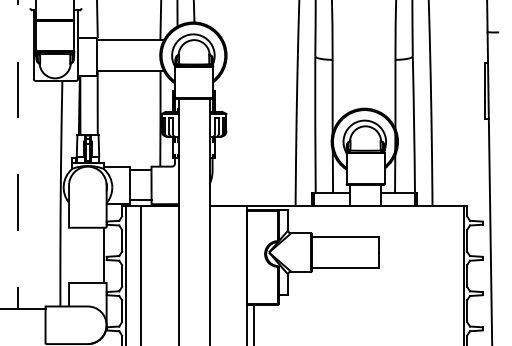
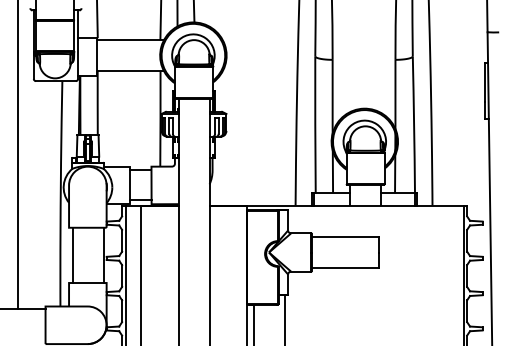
line at (17, 155): dashed -> solid
line at (72, 255): none -> present
line at (284, 318): none -> present
